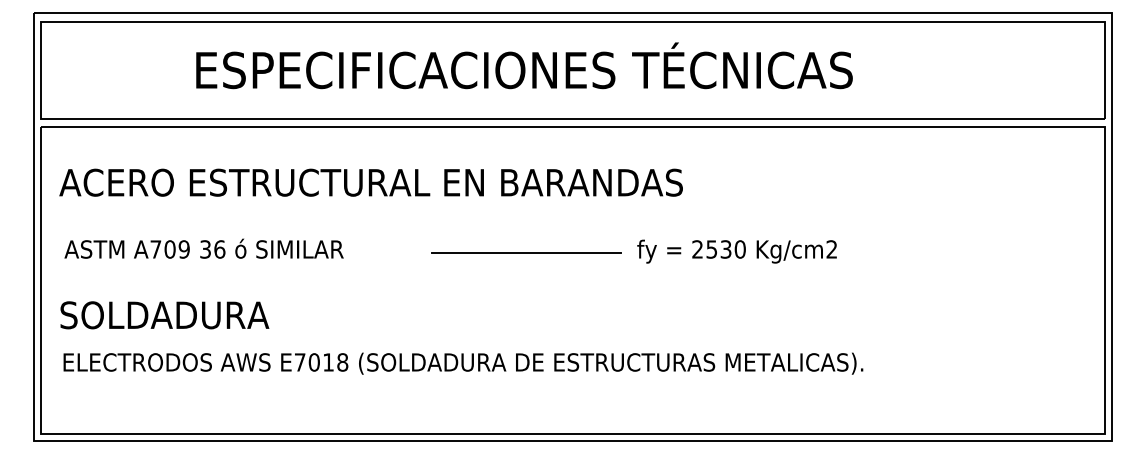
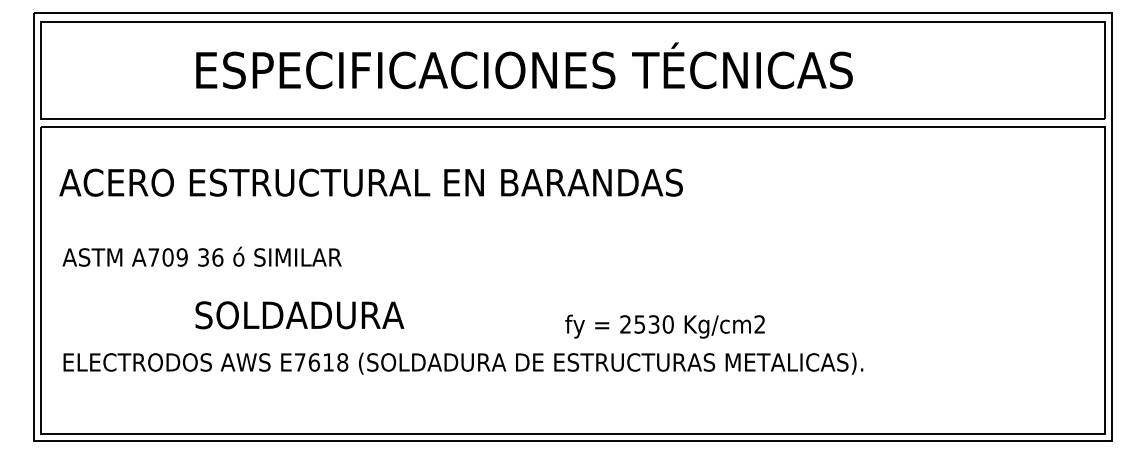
text at (203, 248) position: (203, 248) -> (201, 256)
text at (736, 251) position: (736, 251) -> (664, 326)
line at (525, 252): present -> none
text at (164, 315) position: (164, 315) -> (299, 315)
text at (313, 362): E7018 -> E7618
